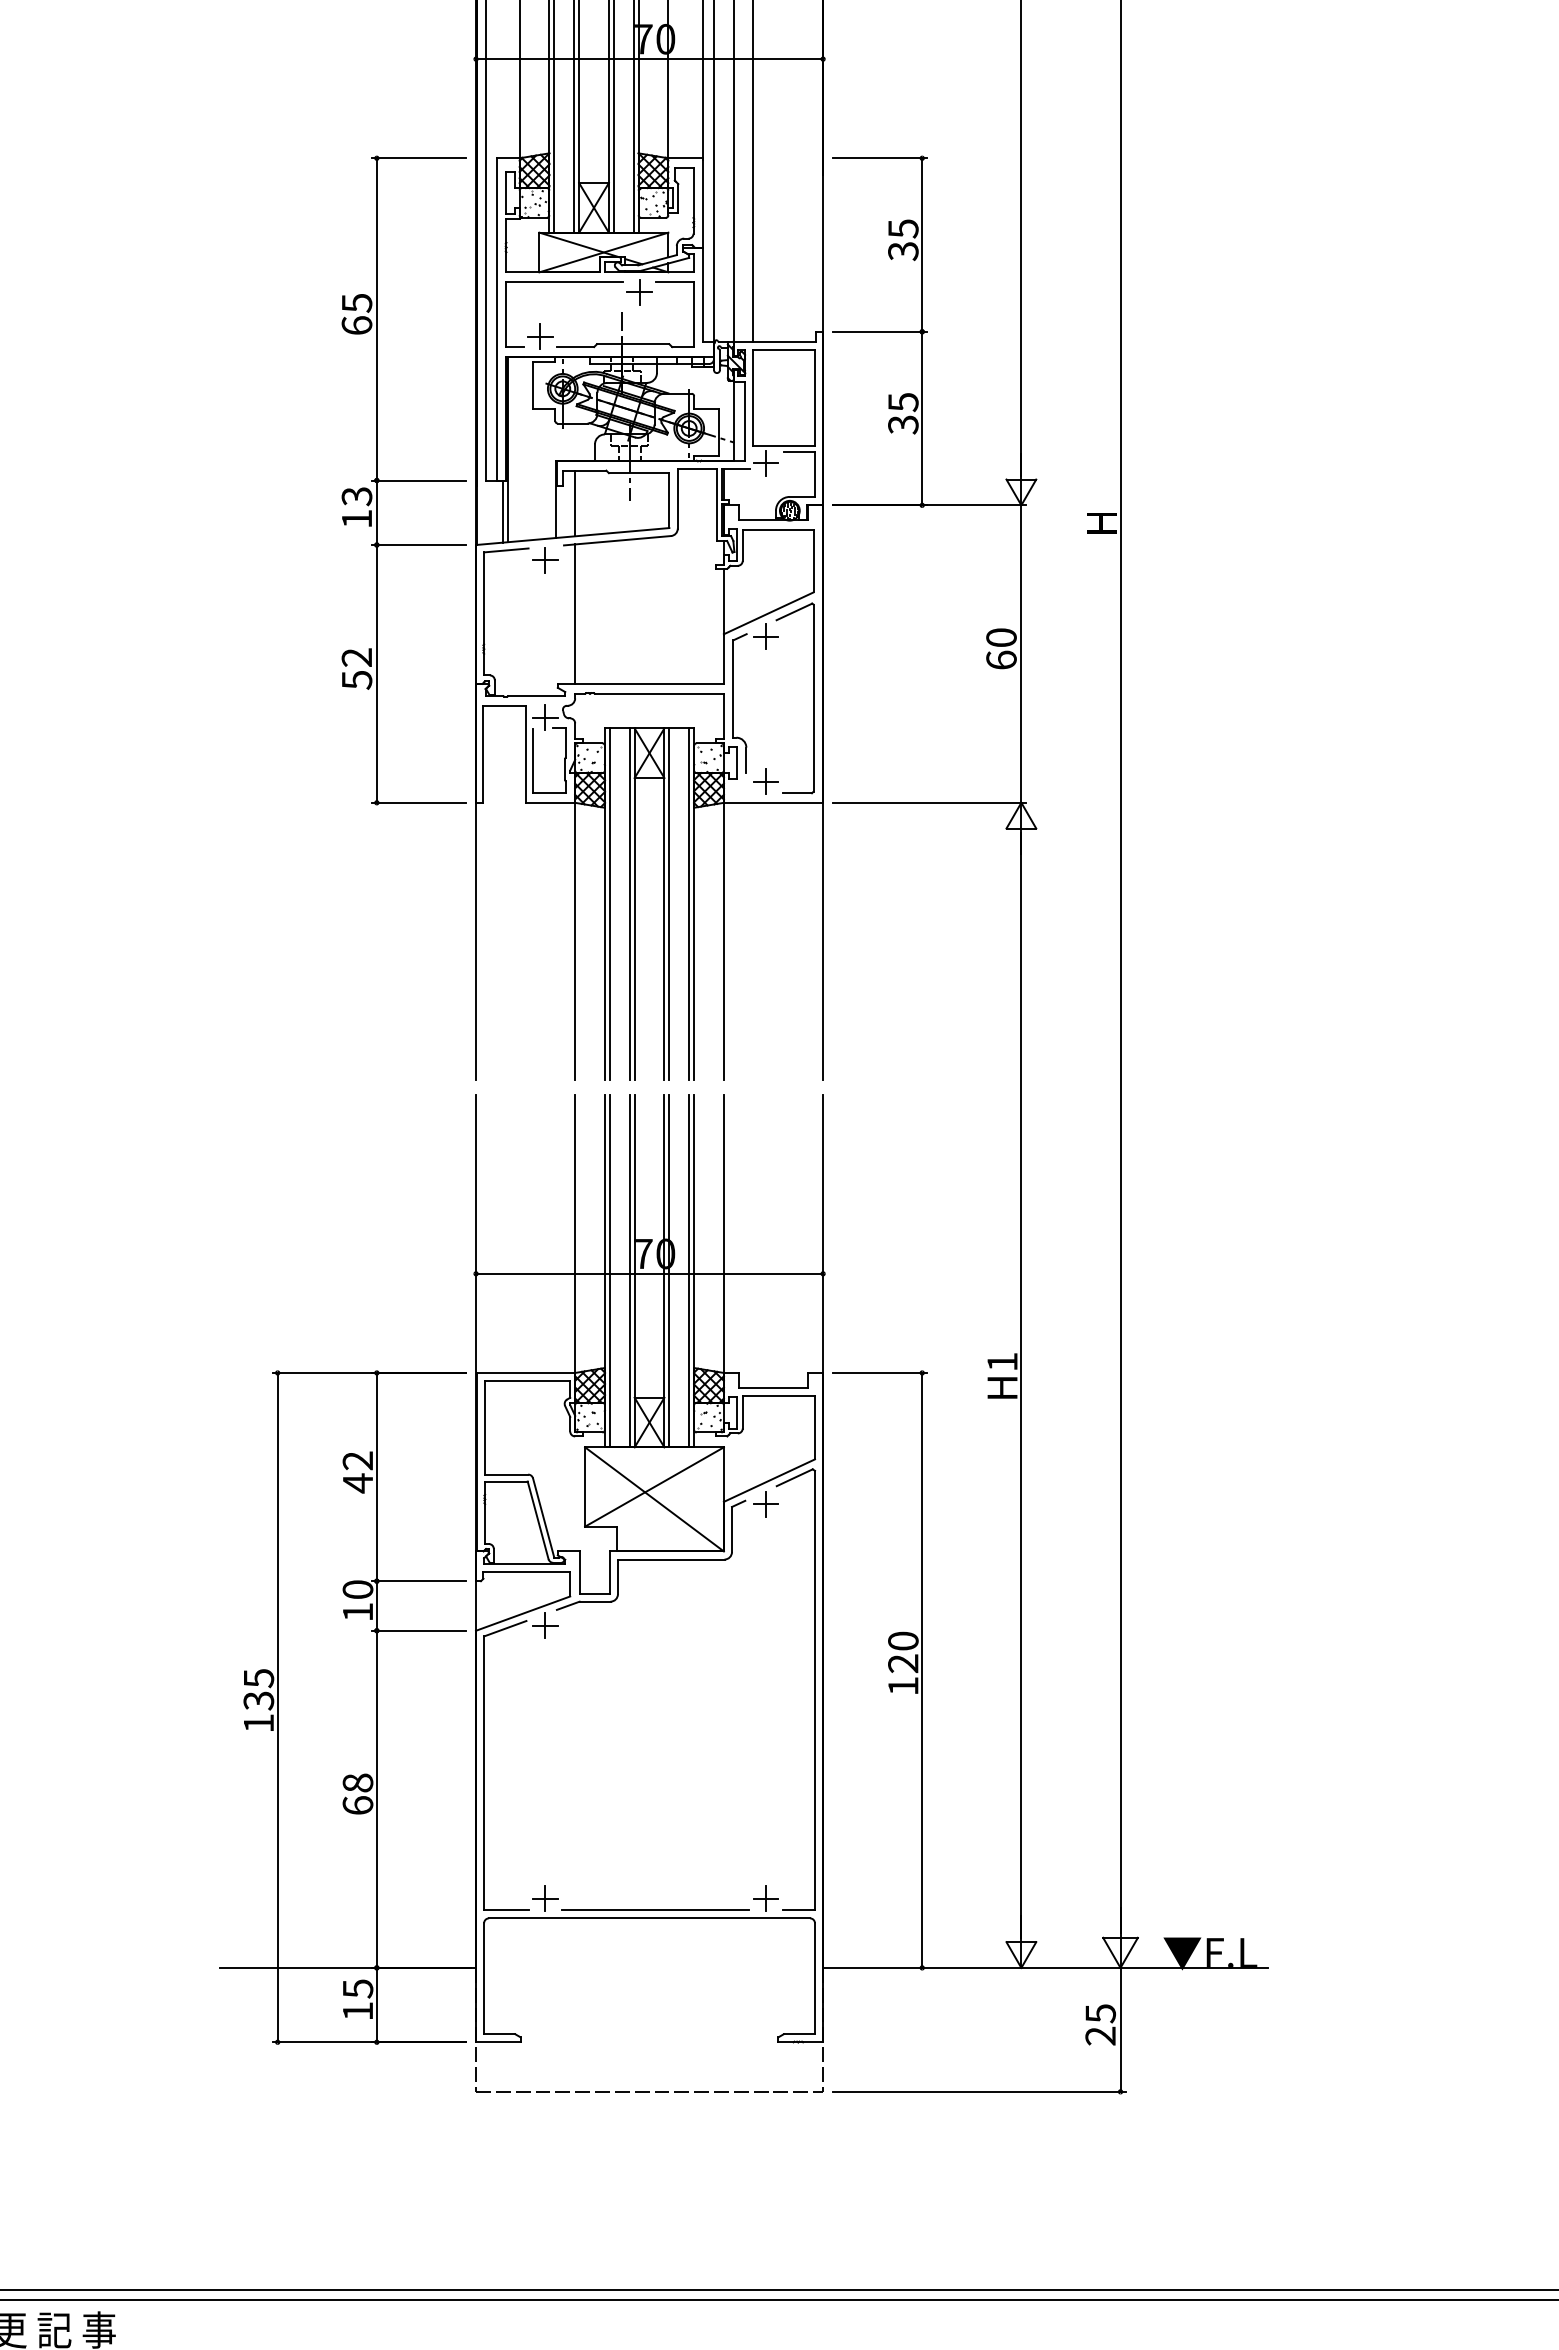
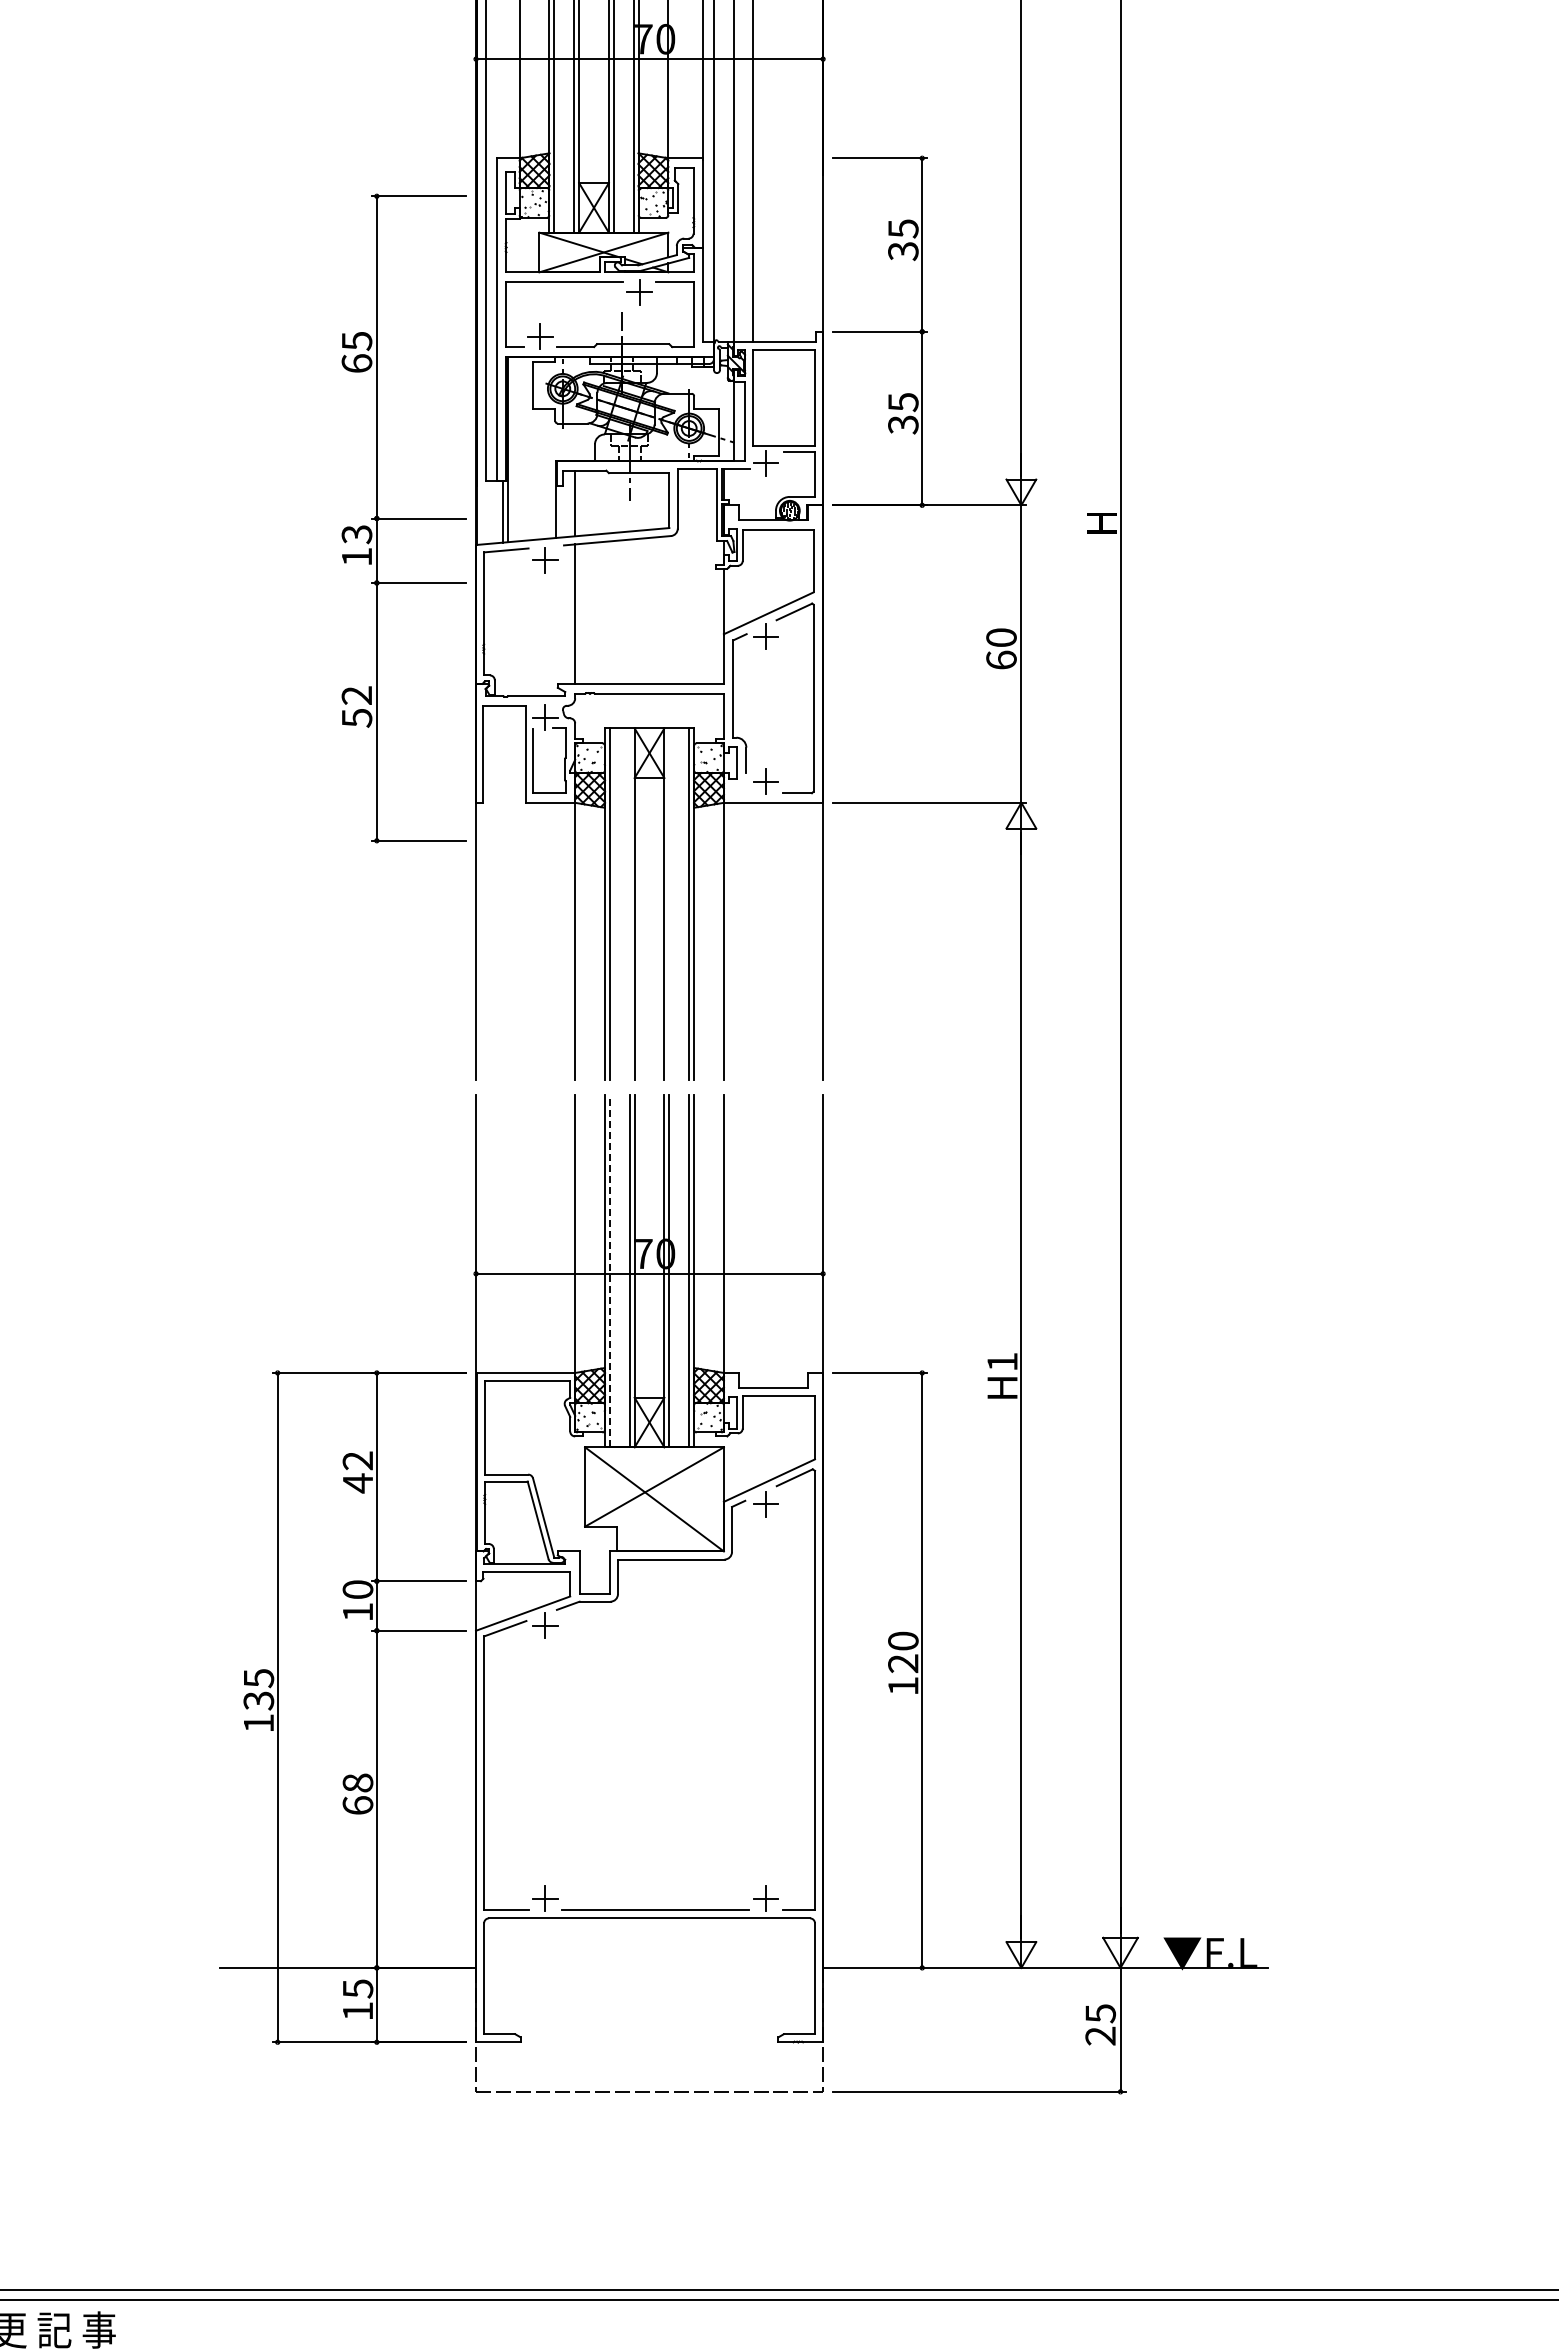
part at (403, 480) position: (403, 480) -> (403, 518)
line at (629, 904): present -> none
line at (669, 904): present -> none
line at (609, 1270): solid -> dashed
